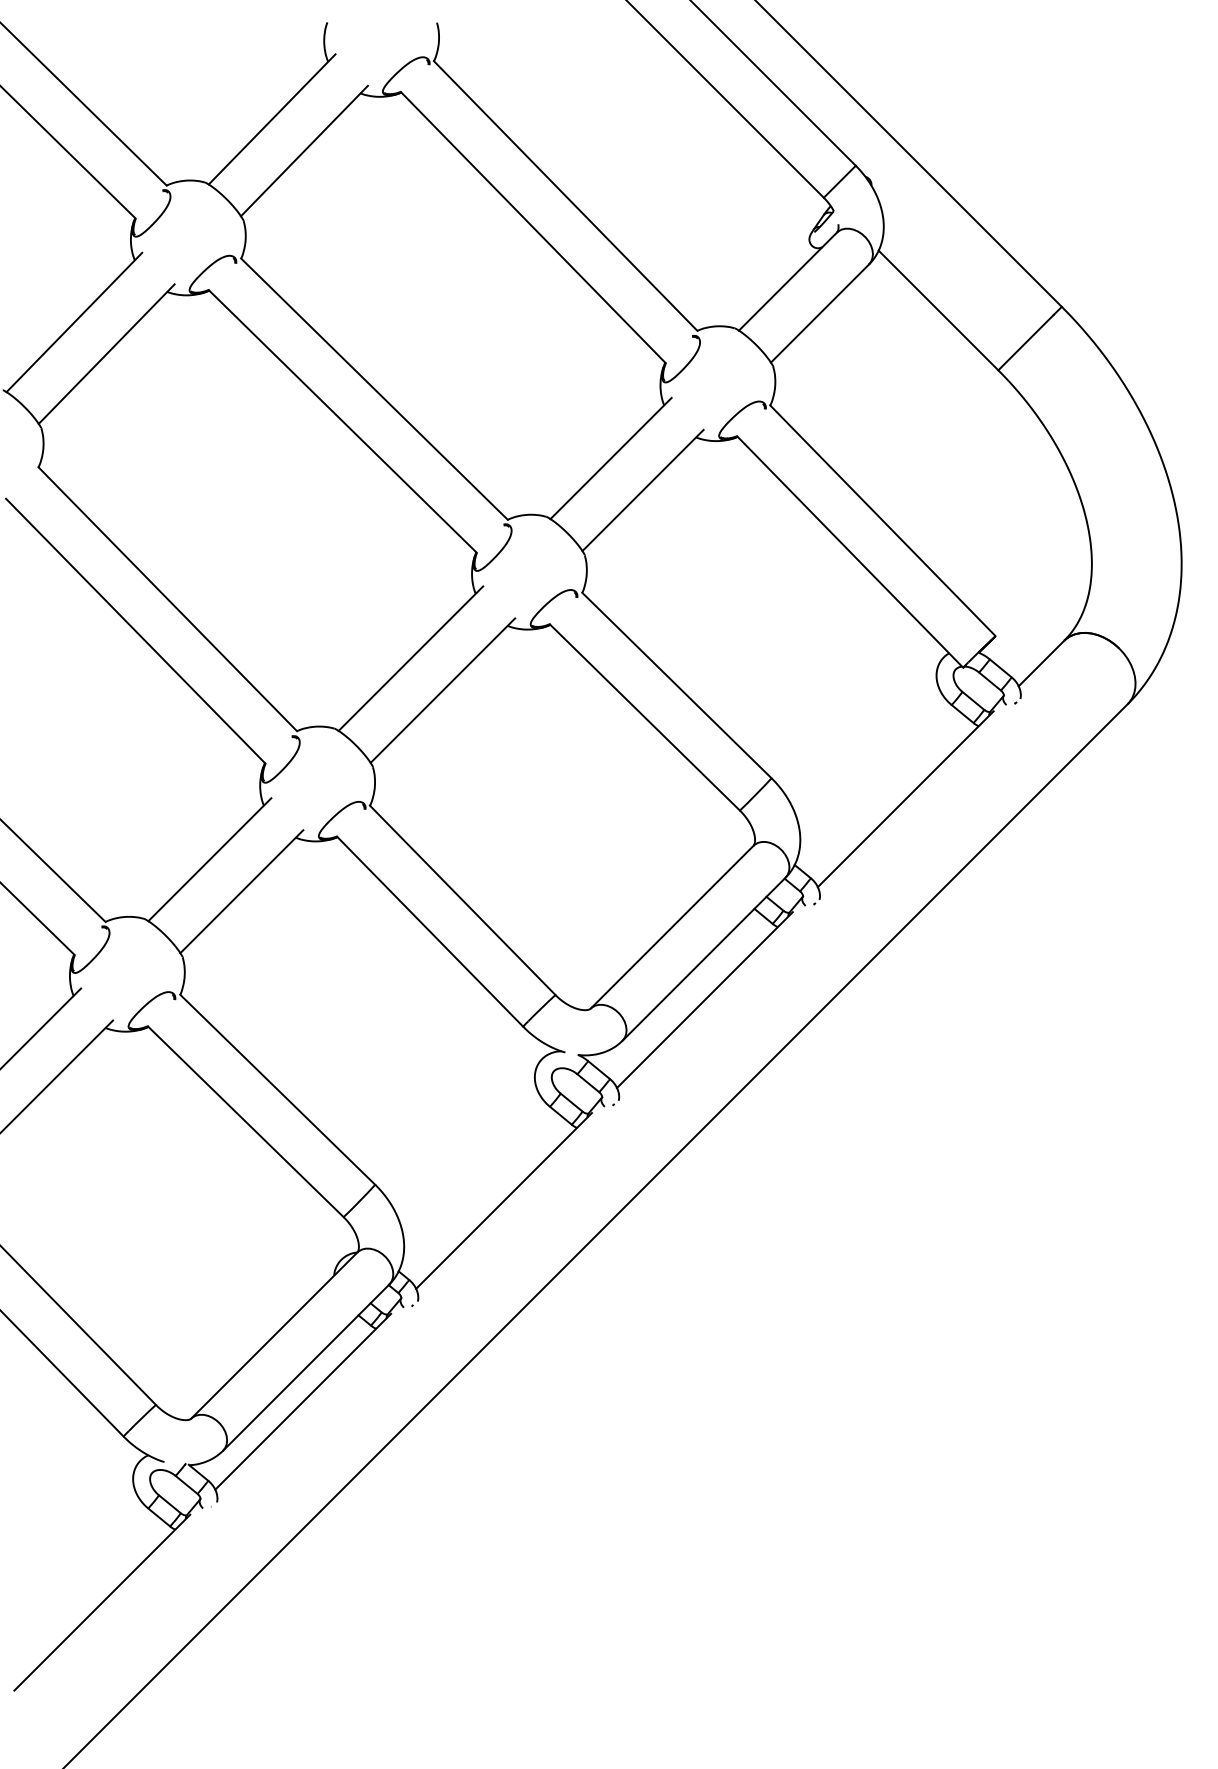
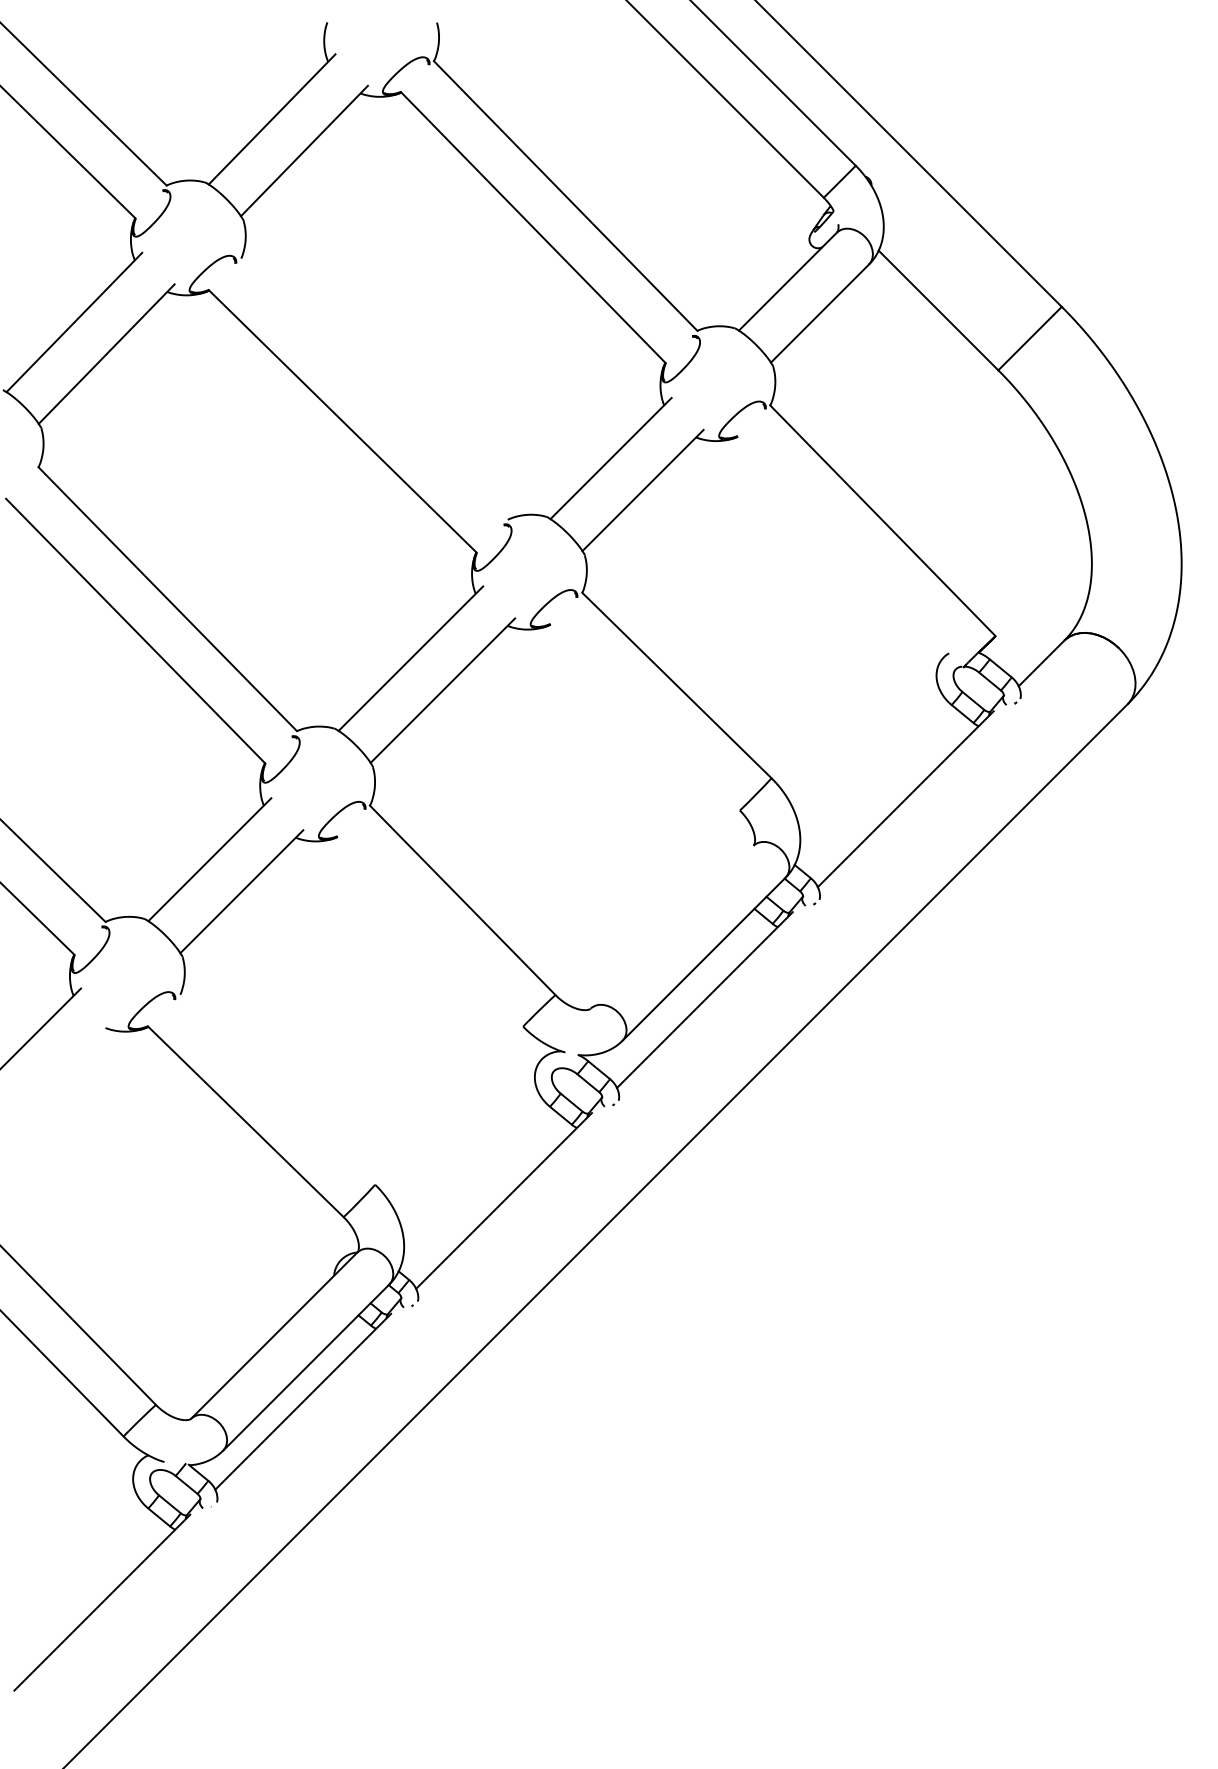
line at (374, 388): present -> none
line at (850, 551): present -> none
line at (644, 717): present -> none
line at (671, 926): present -> none
line at (430, 931): present -> none
line at (57, 1075): present -> none
line at (277, 1089): present -> none
